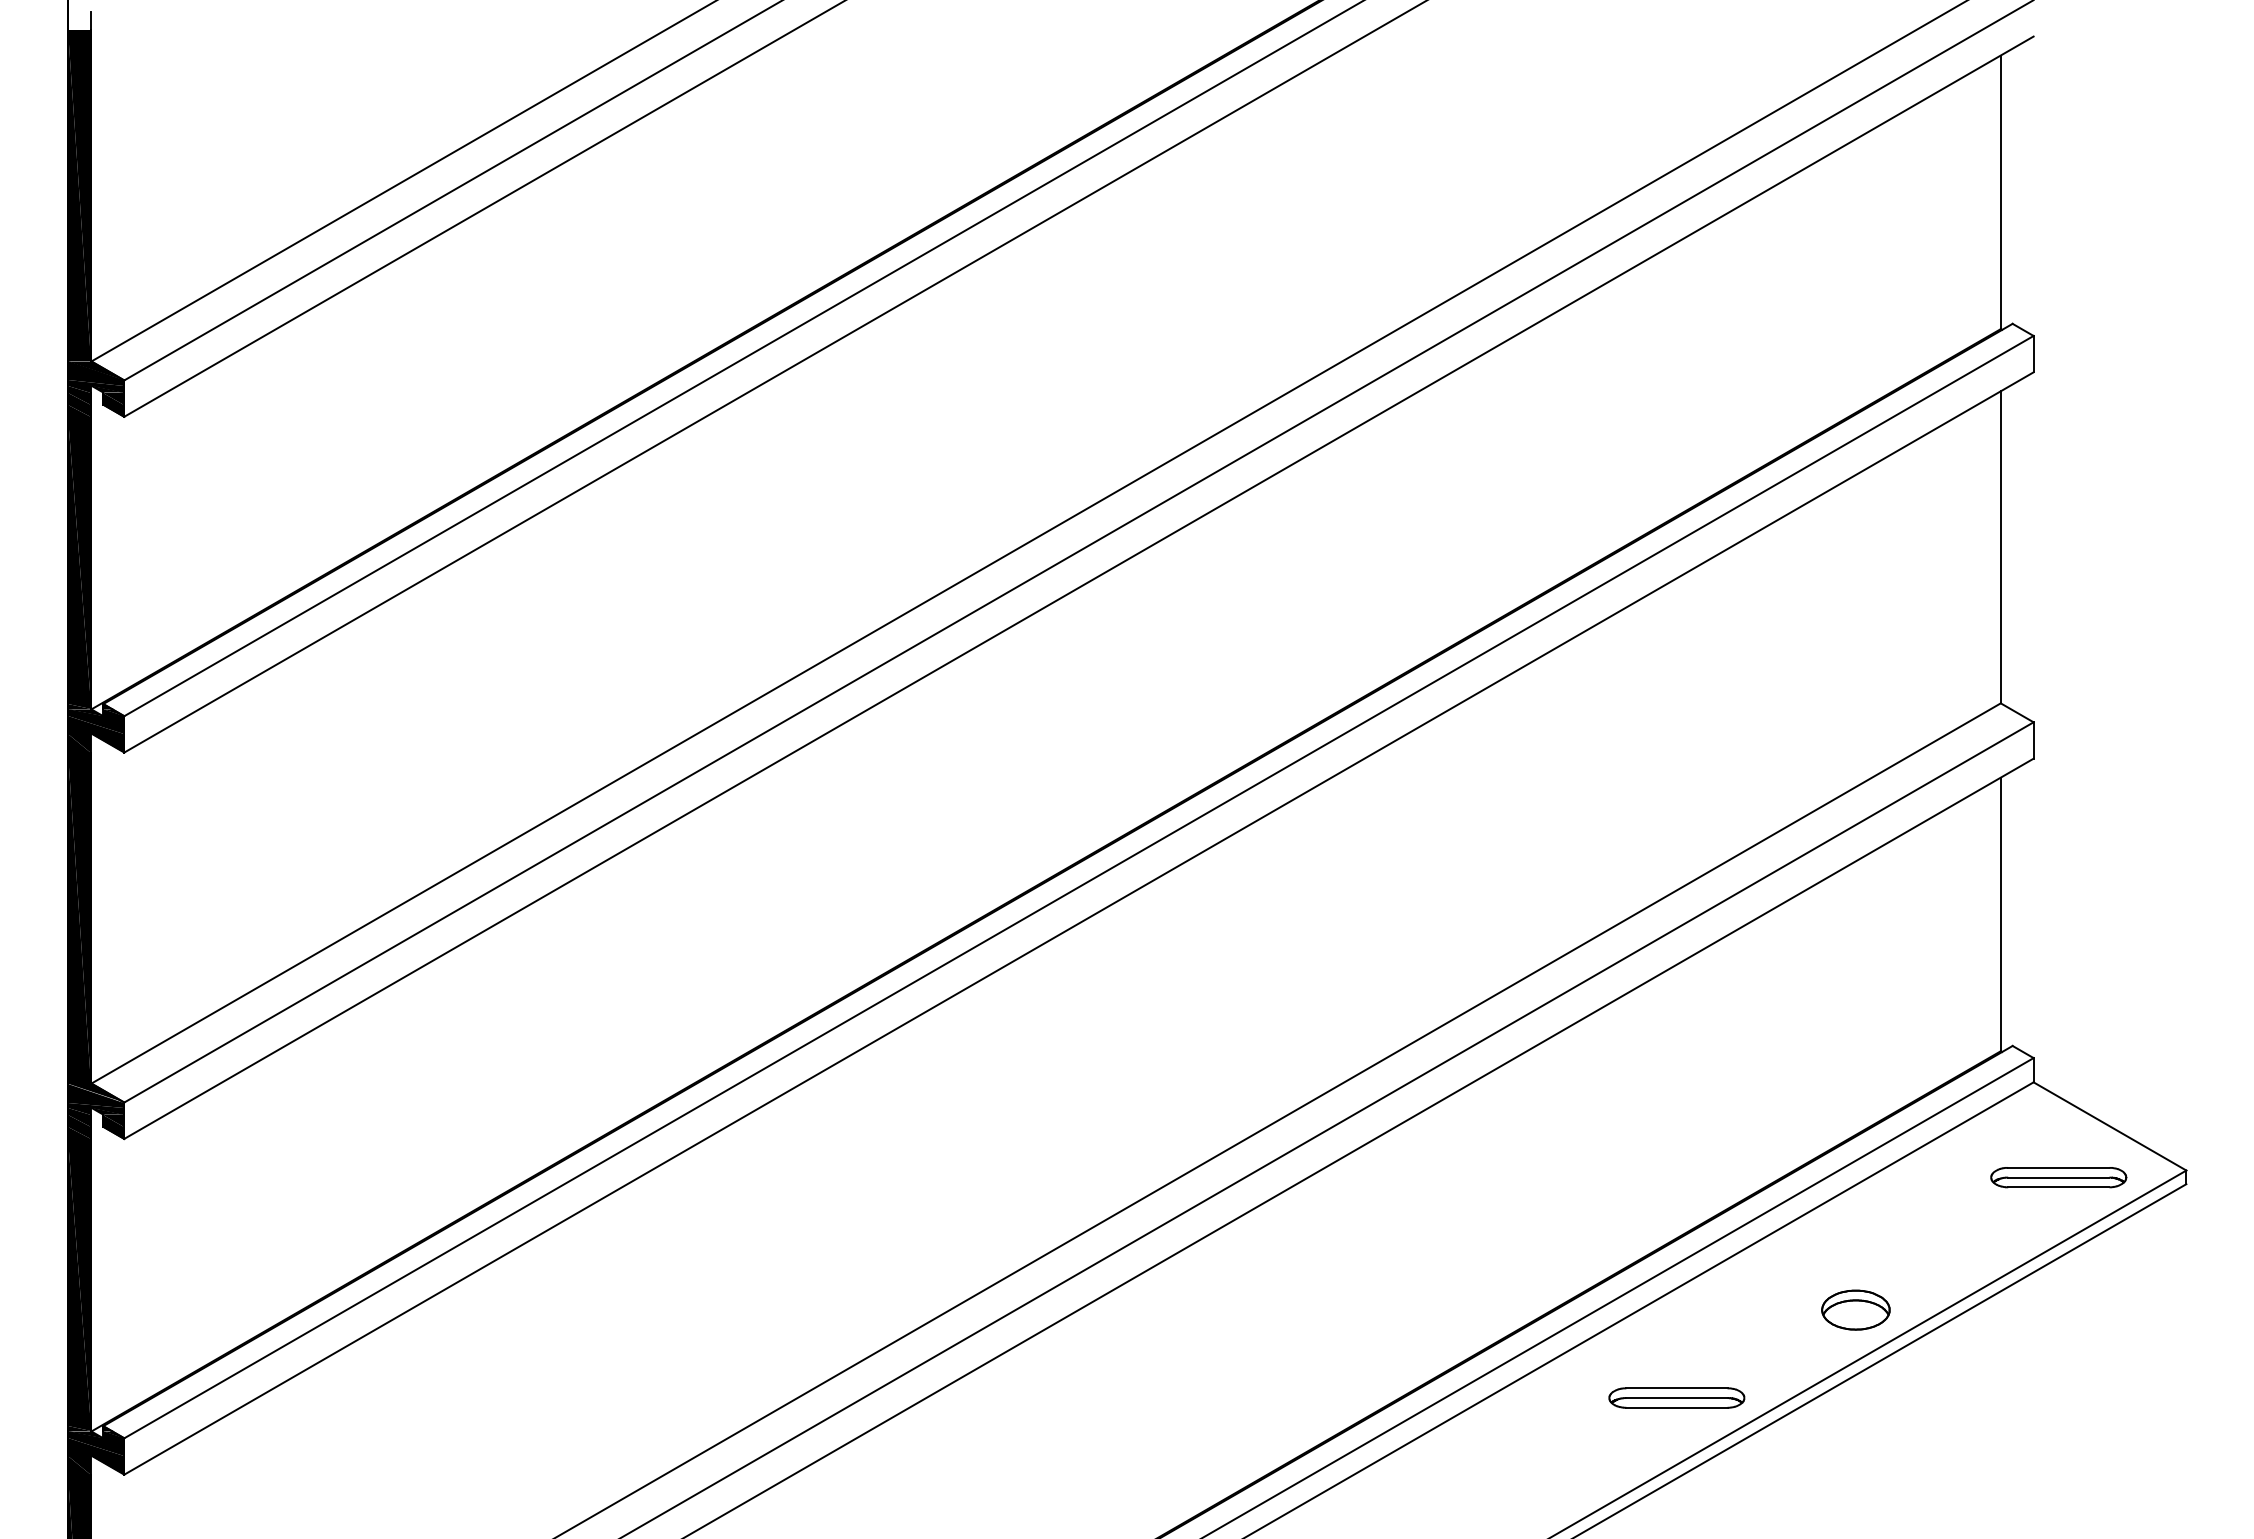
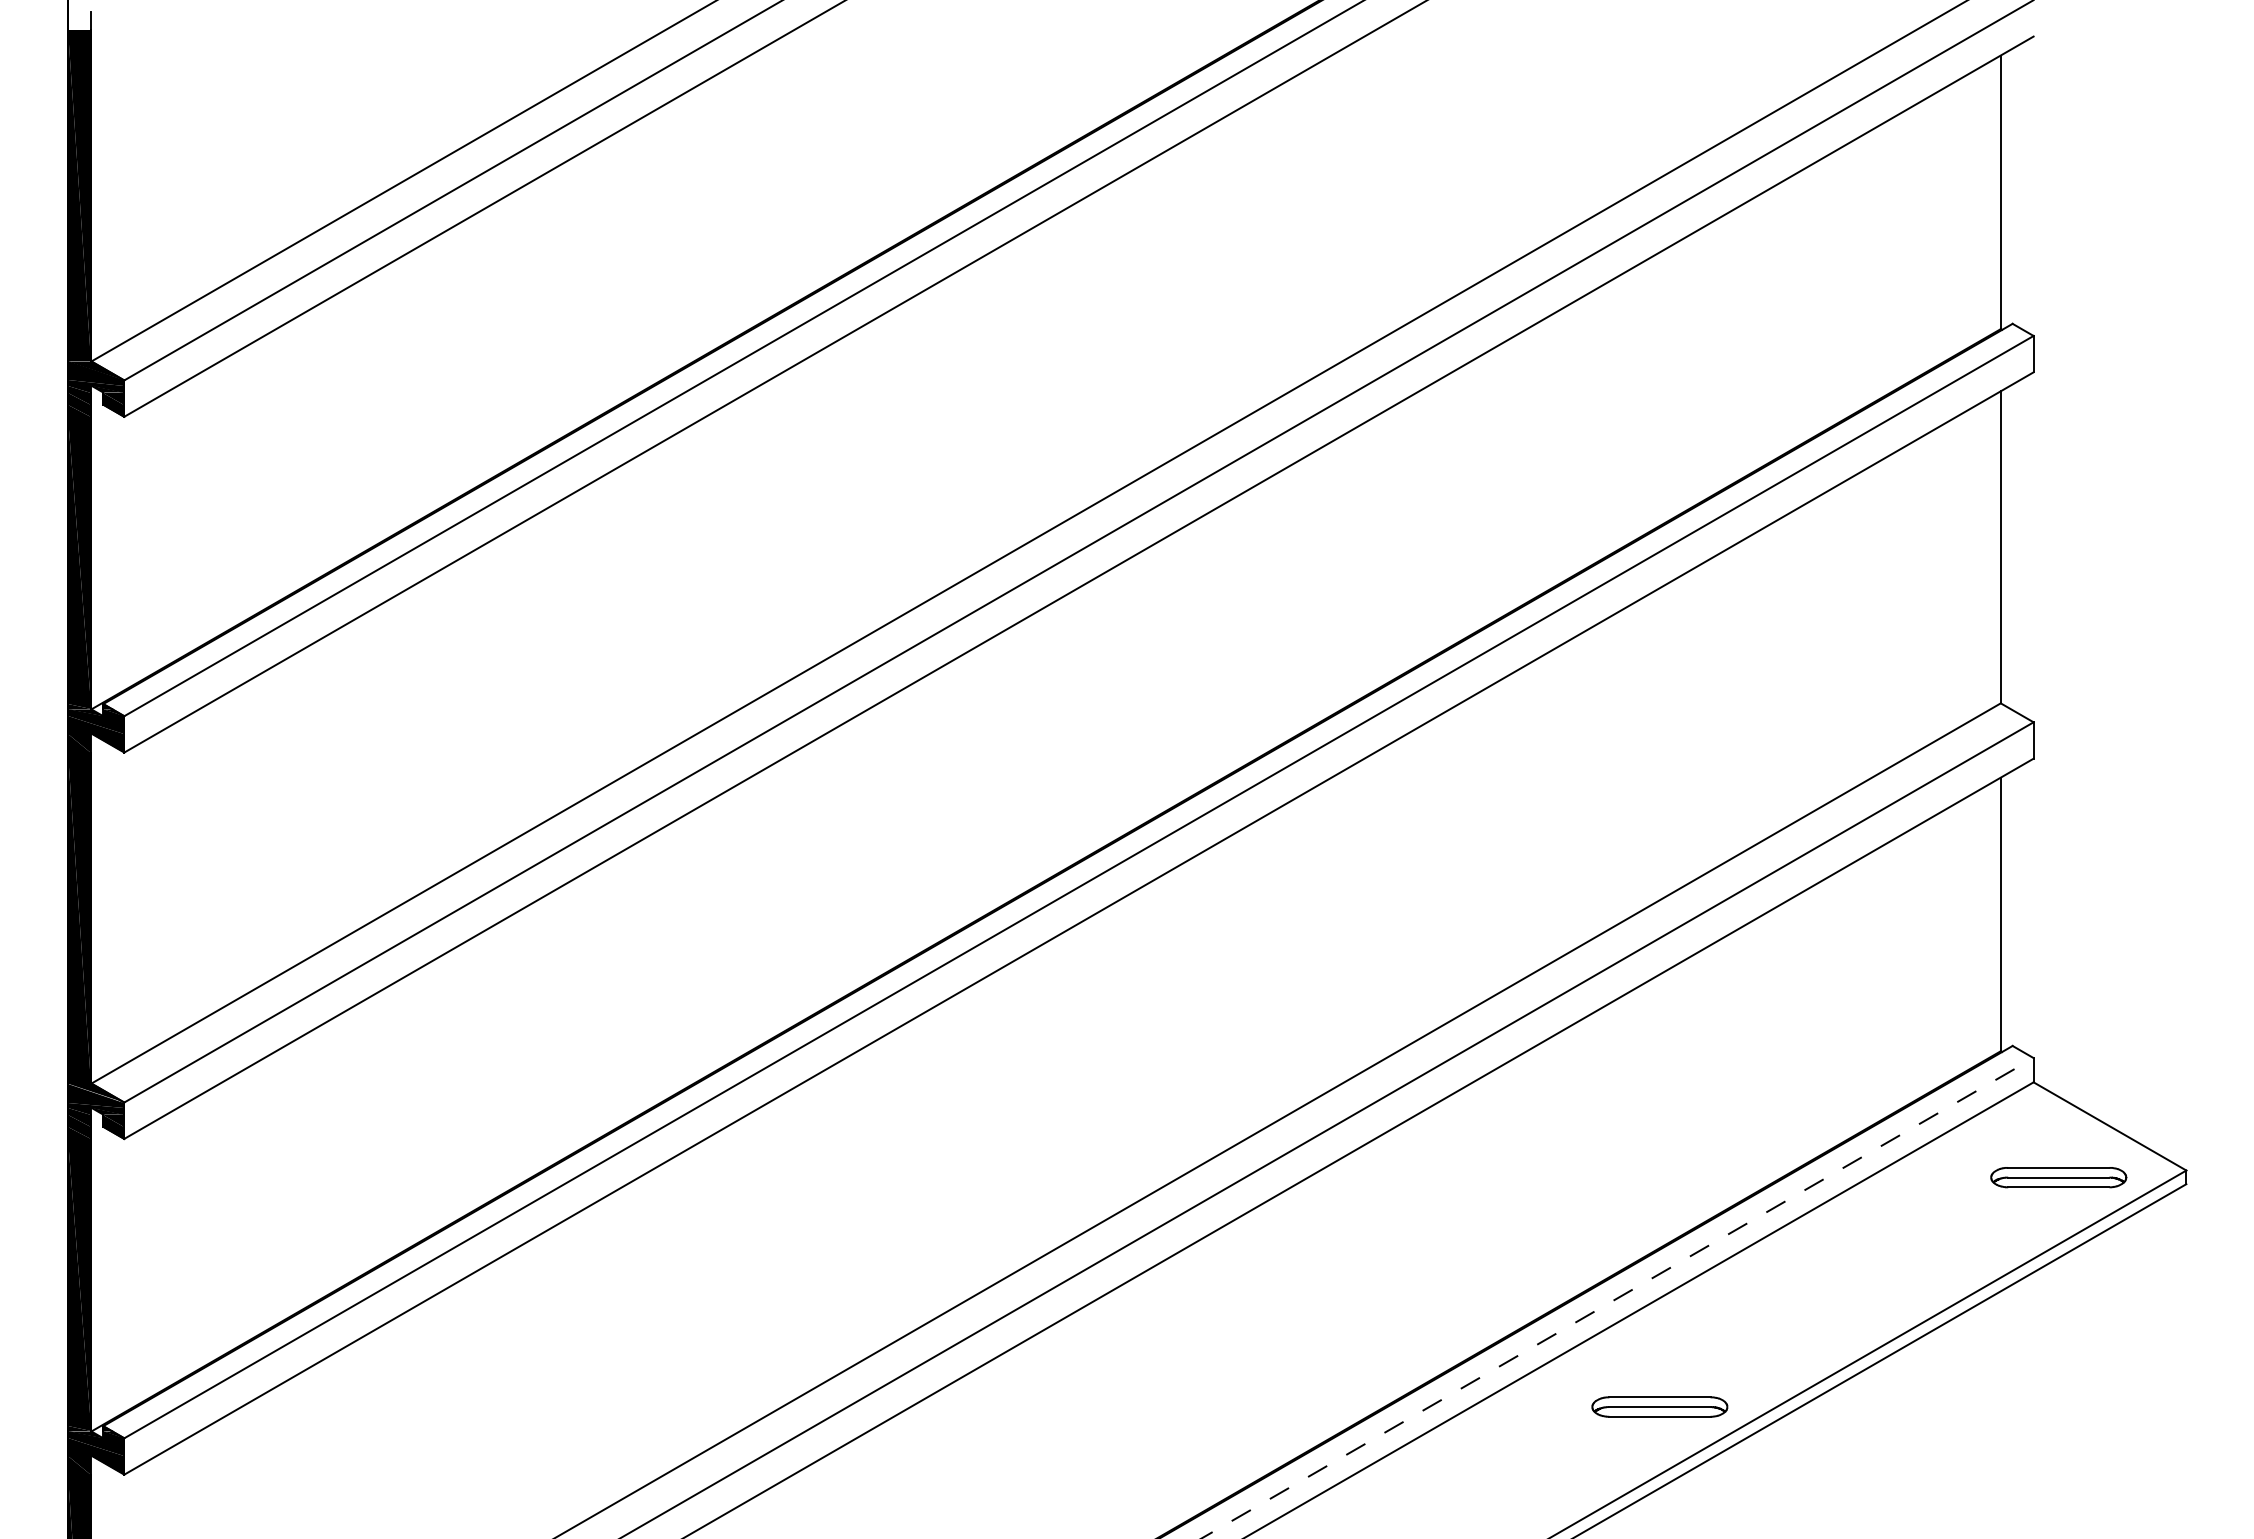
line at (1617, 1298): solid -> dashed
part at (1855, 1309): present -> none
part at (1676, 1397) position: (1676, 1397) -> (1659, 1406)
